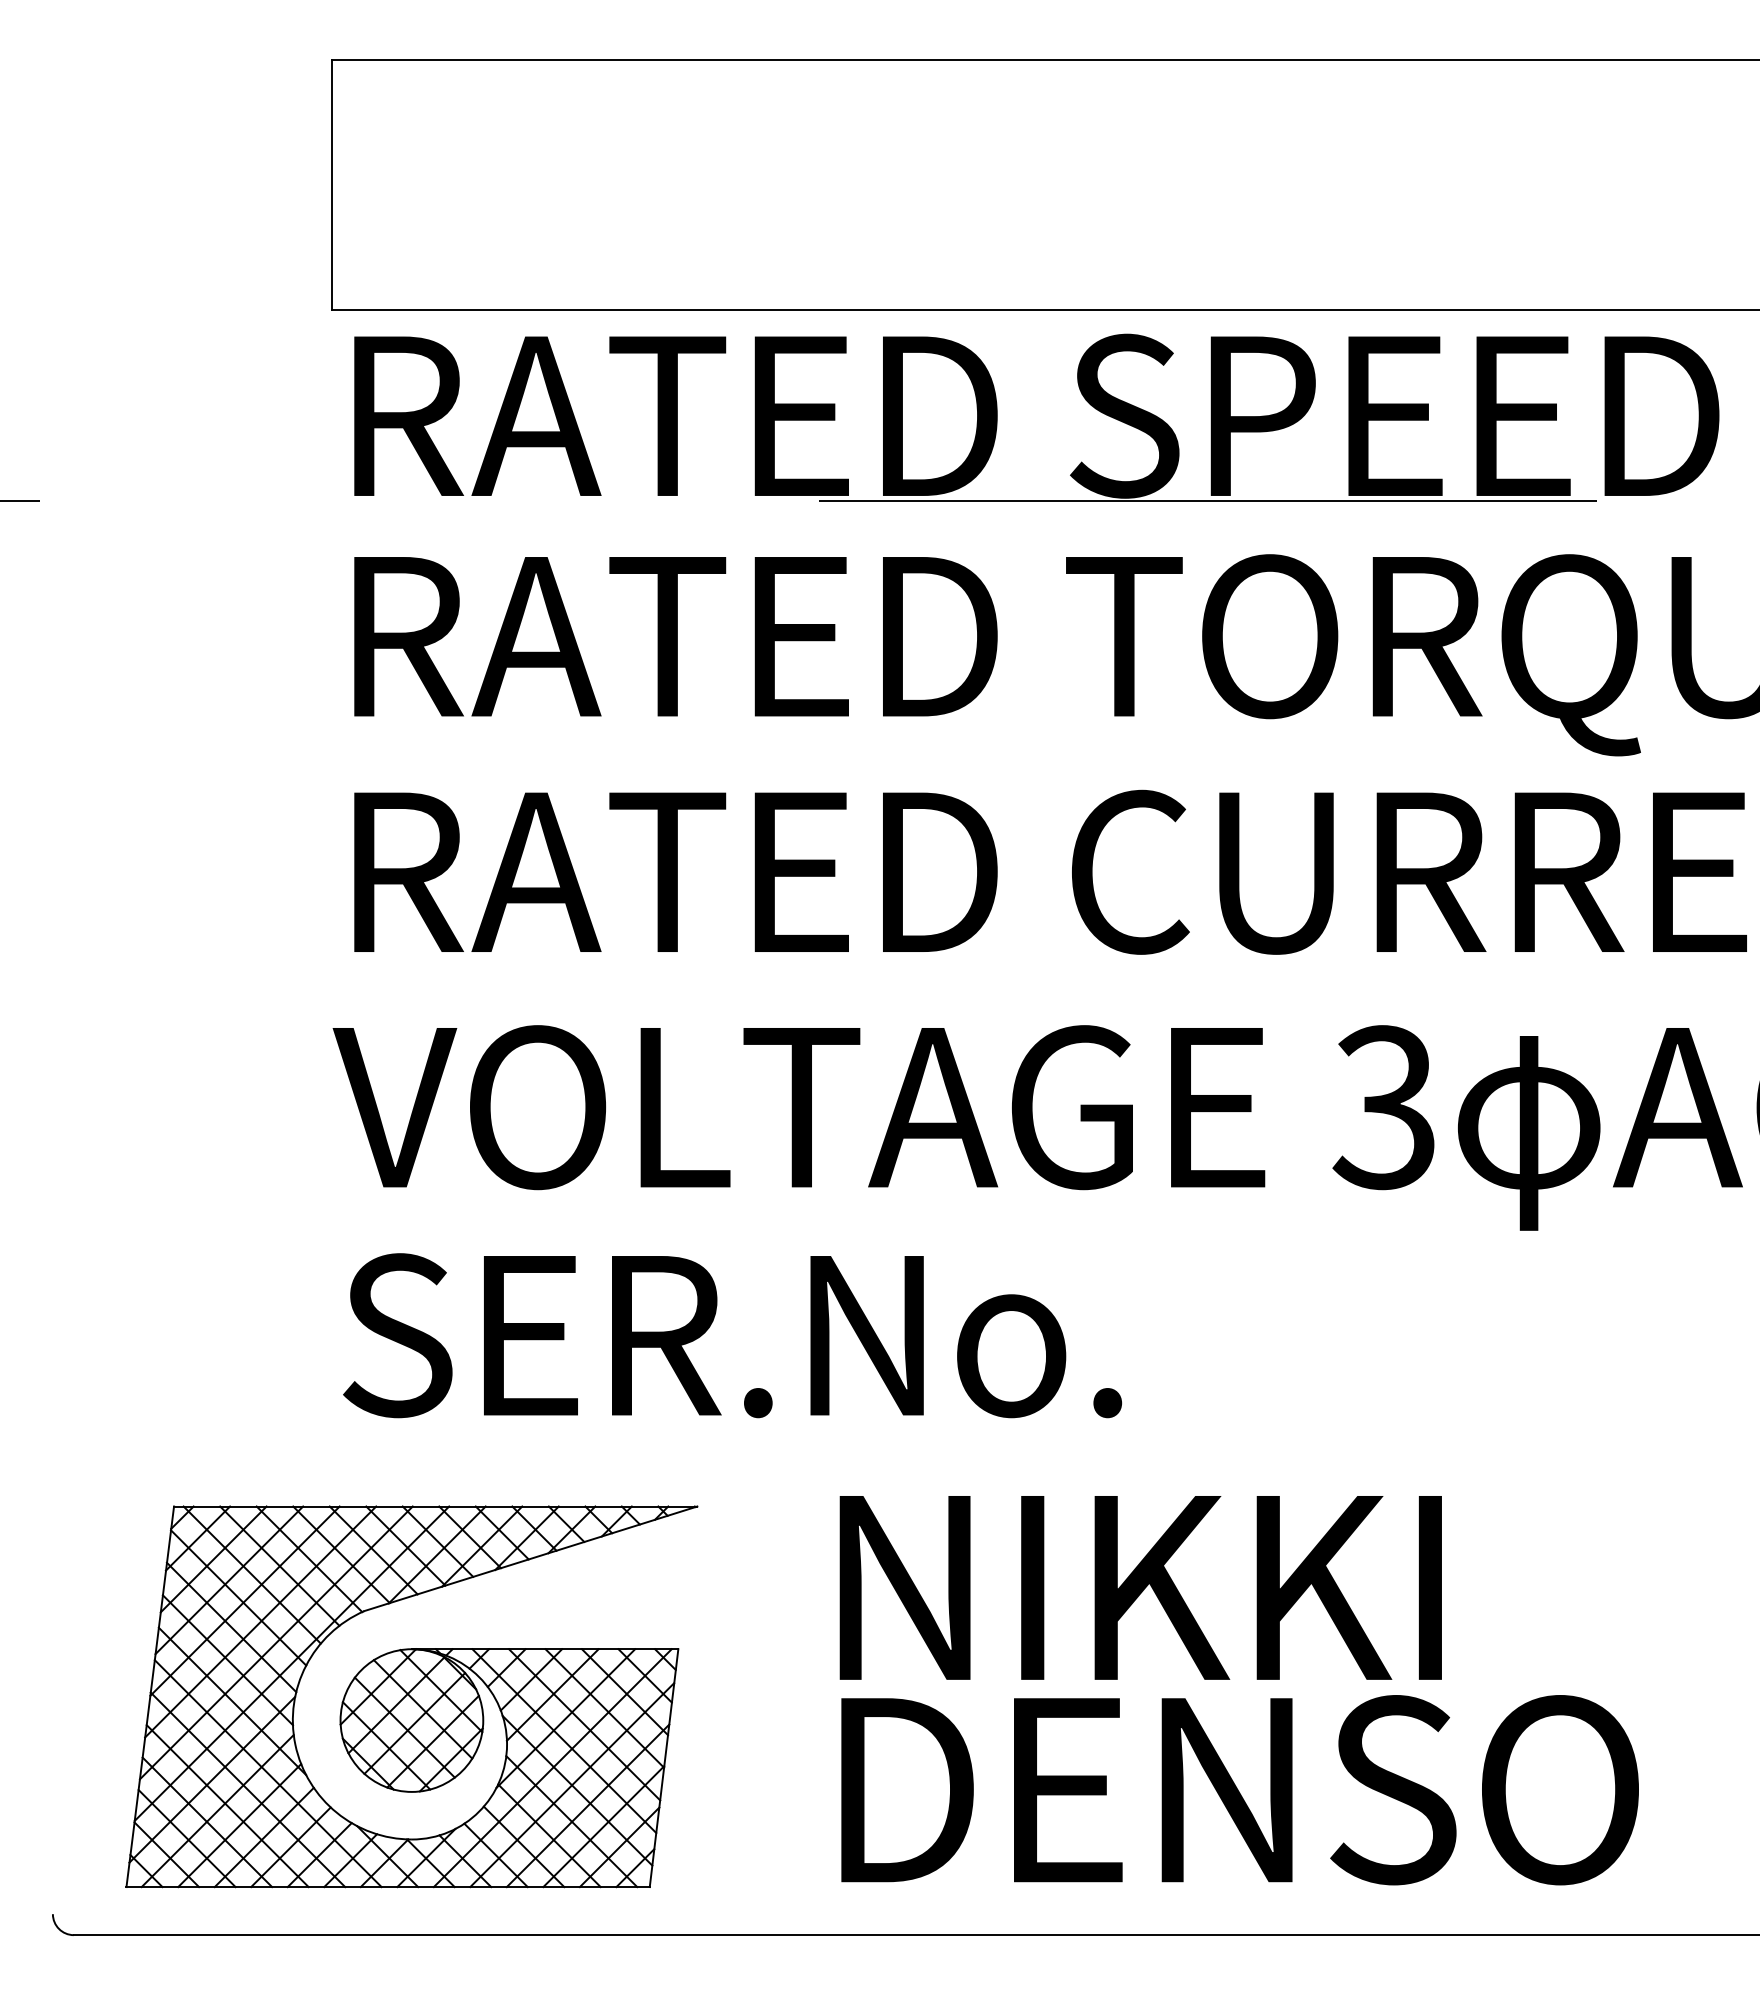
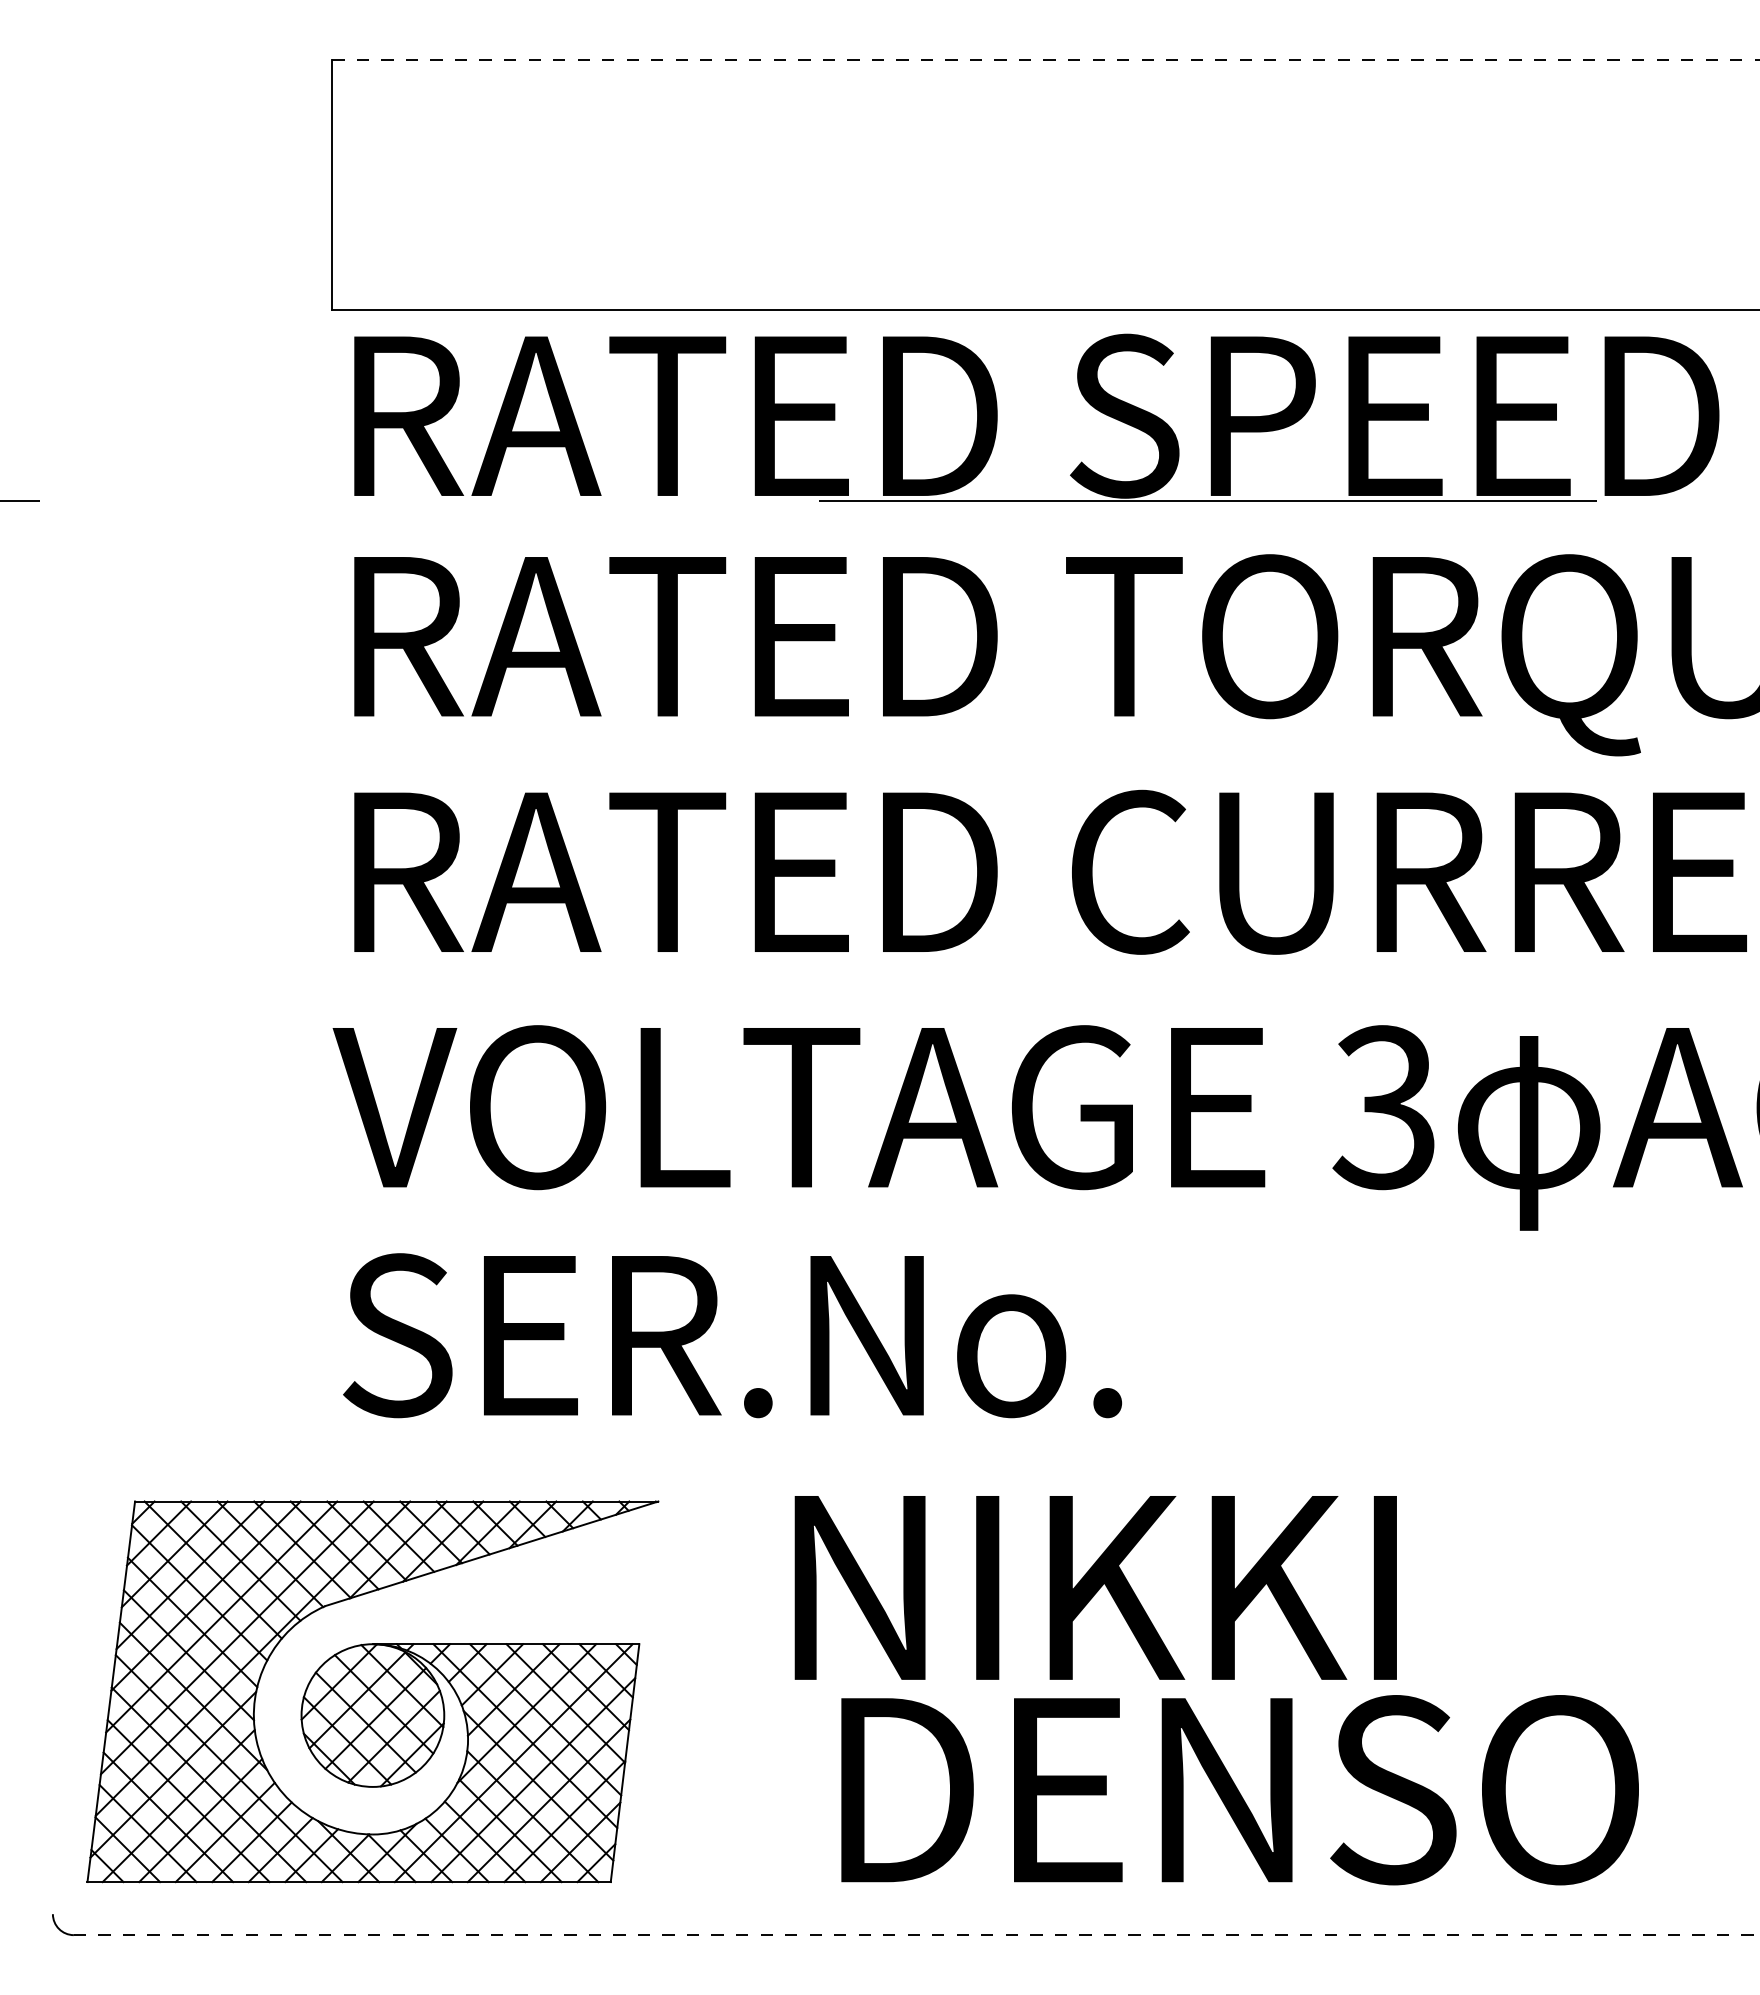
line at (1046, 59): solid -> dashed
text at (1140, 1587) position: (1140, 1587) -> (1095, 1587)
part at (411, 1696) position: (411, 1696) -> (372, 1691)
line at (916, 1935): solid -> dashed
